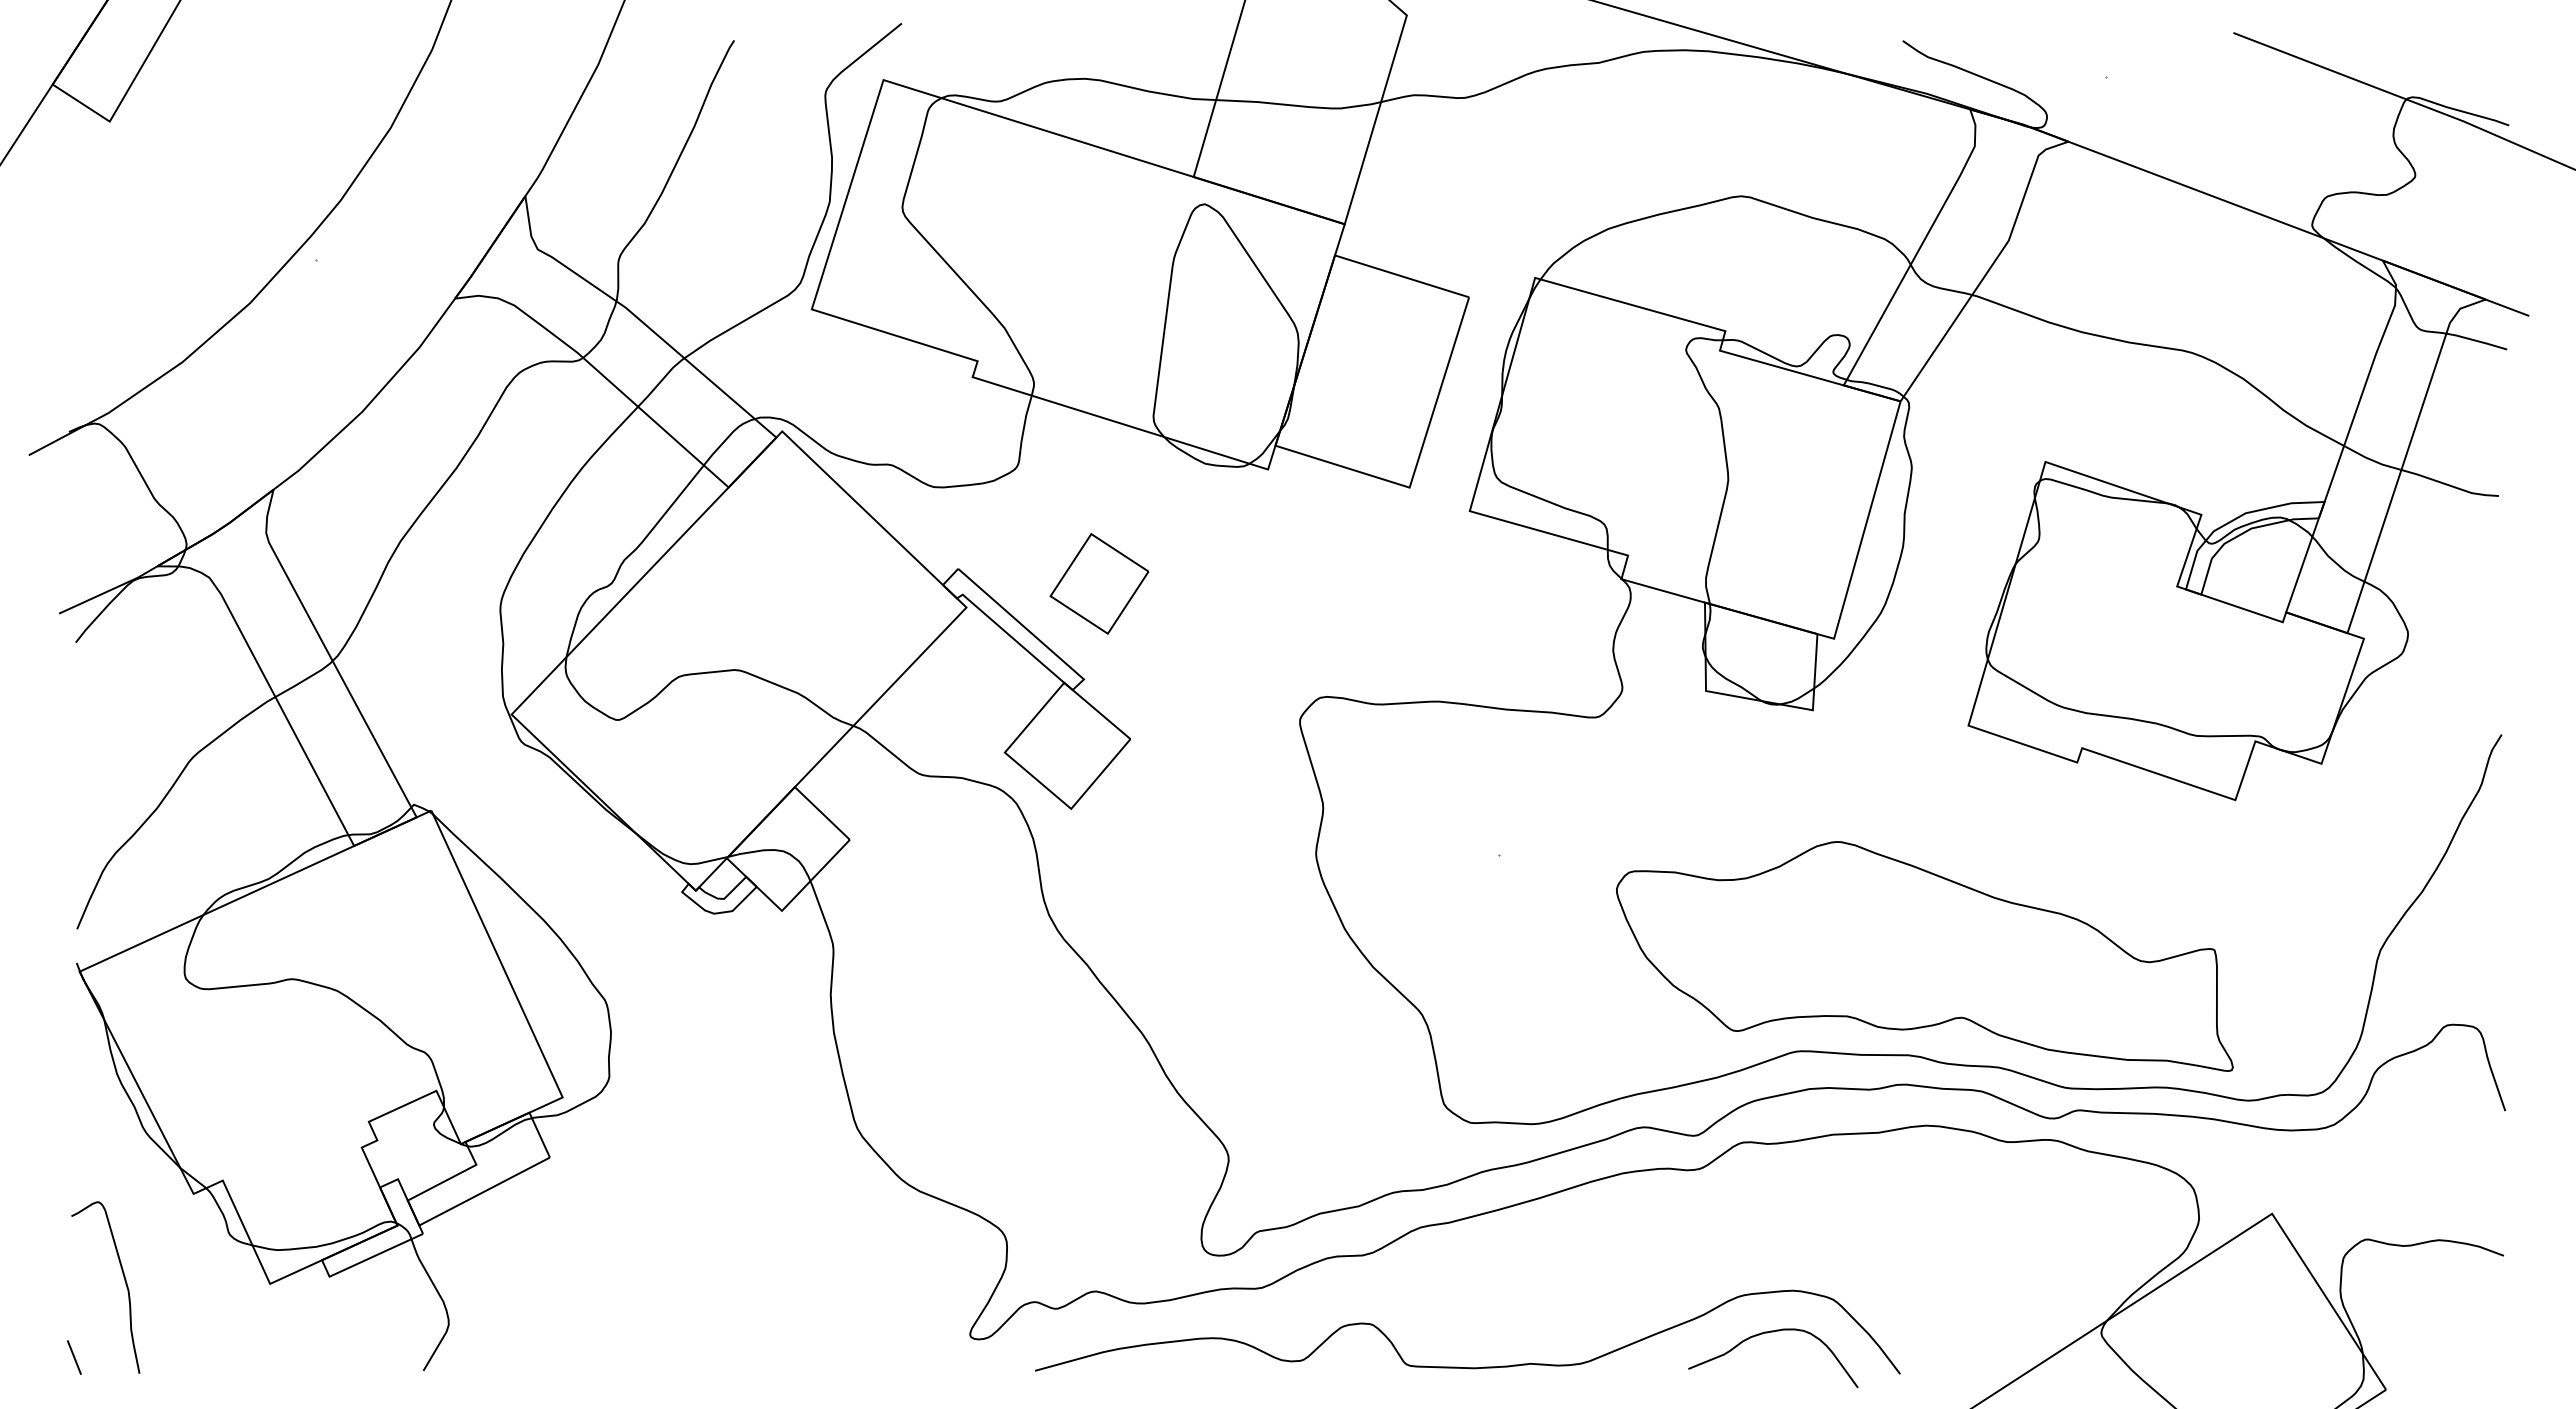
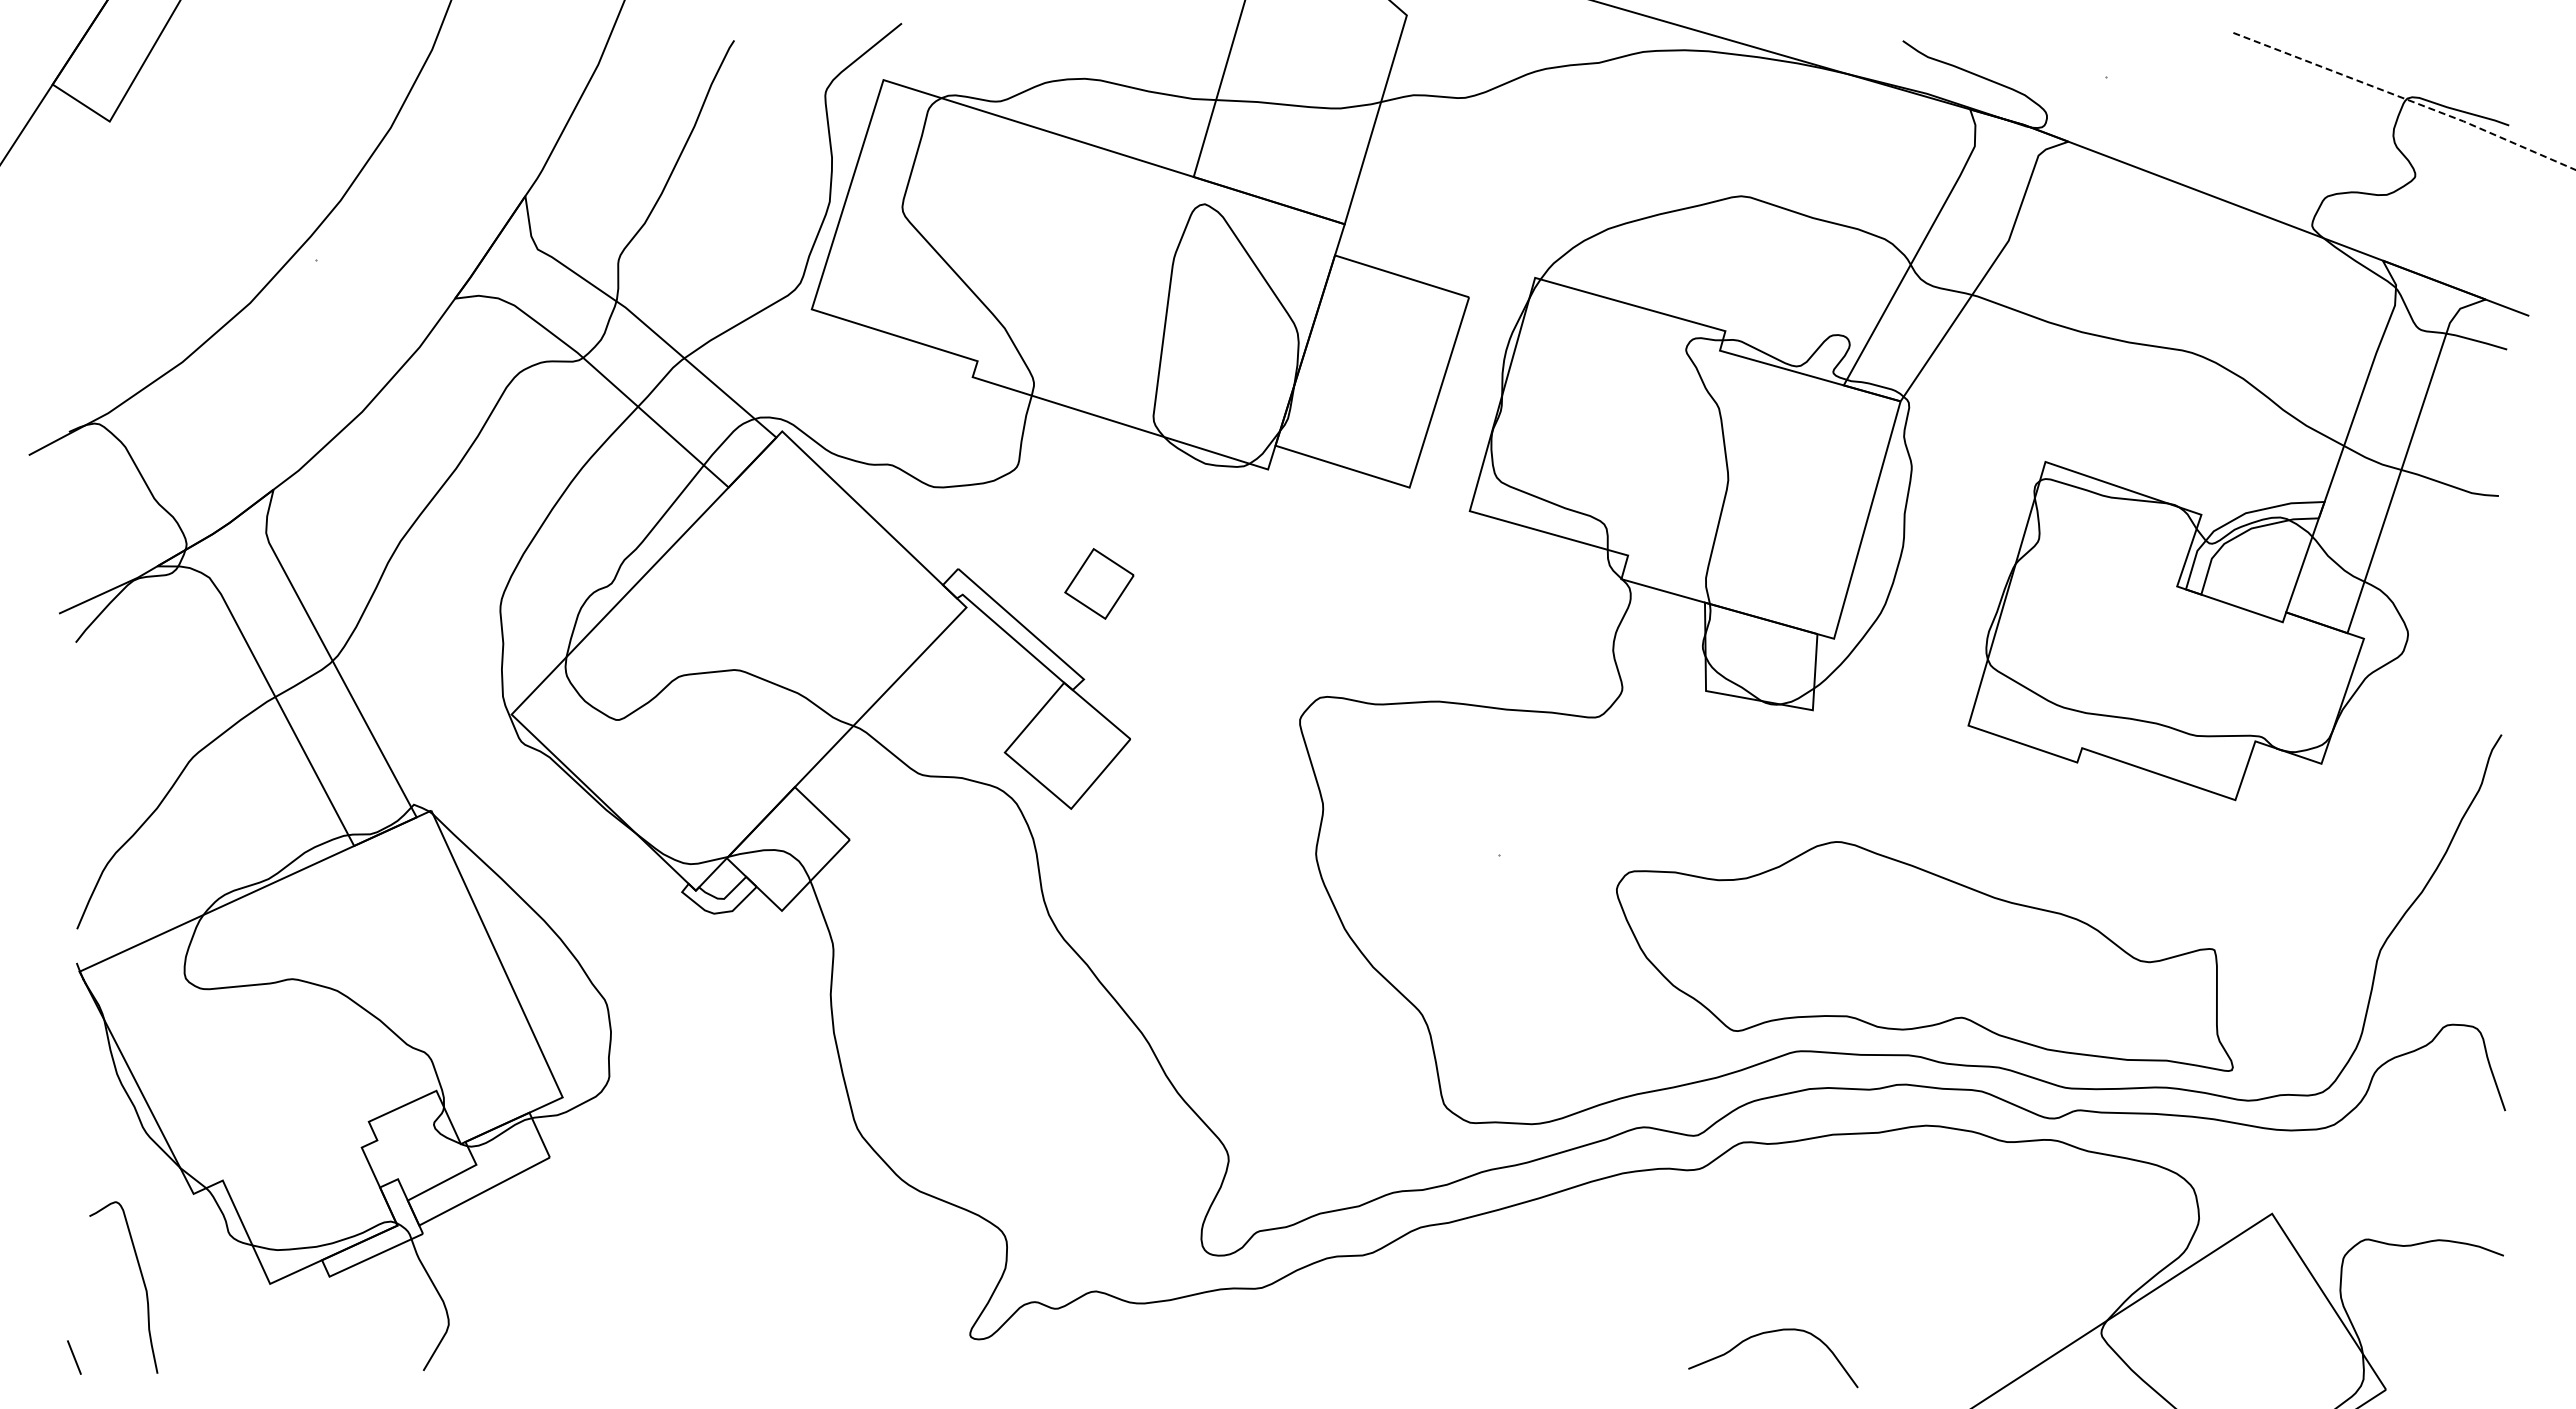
line at (2405, 99): solid -> dashed
part at (1099, 583) size: 101x102 px -> 71x72 px
curve at (124, 1281) position: (124, 1281) -> (142, 1281)
curve at (1467, 1367): present -> none
